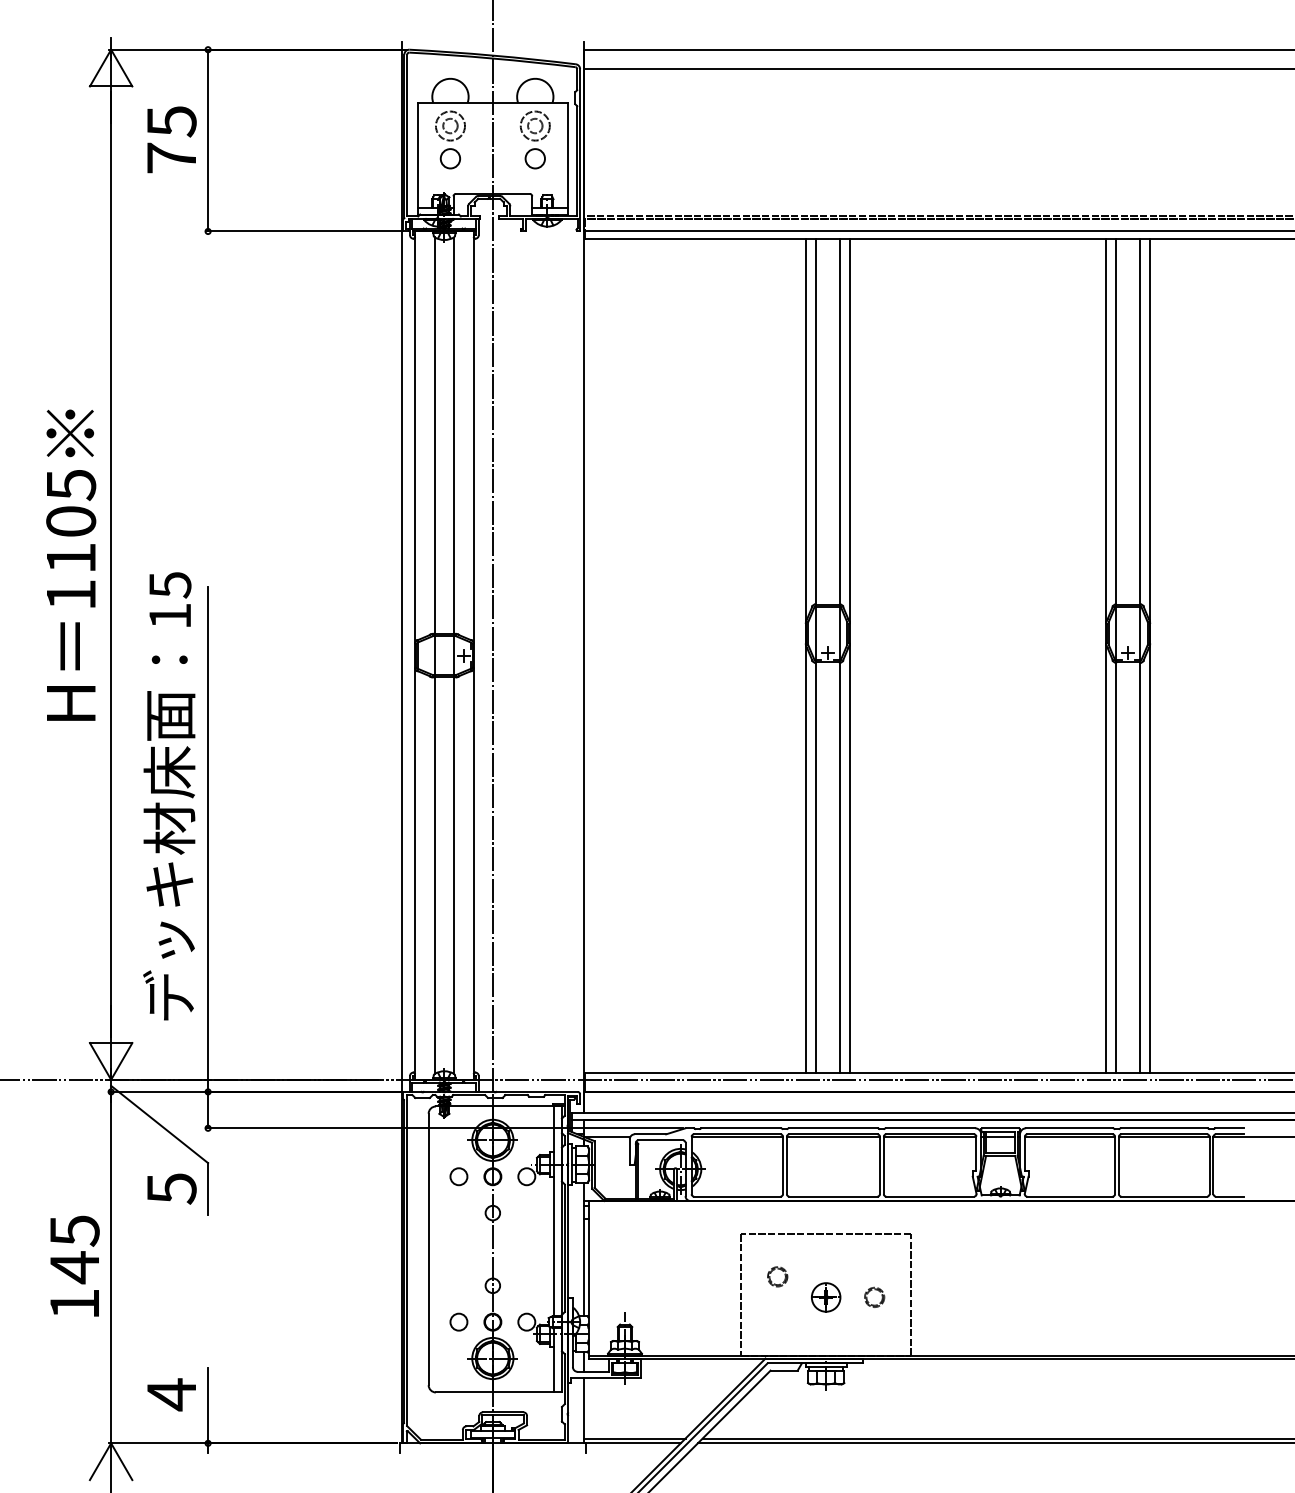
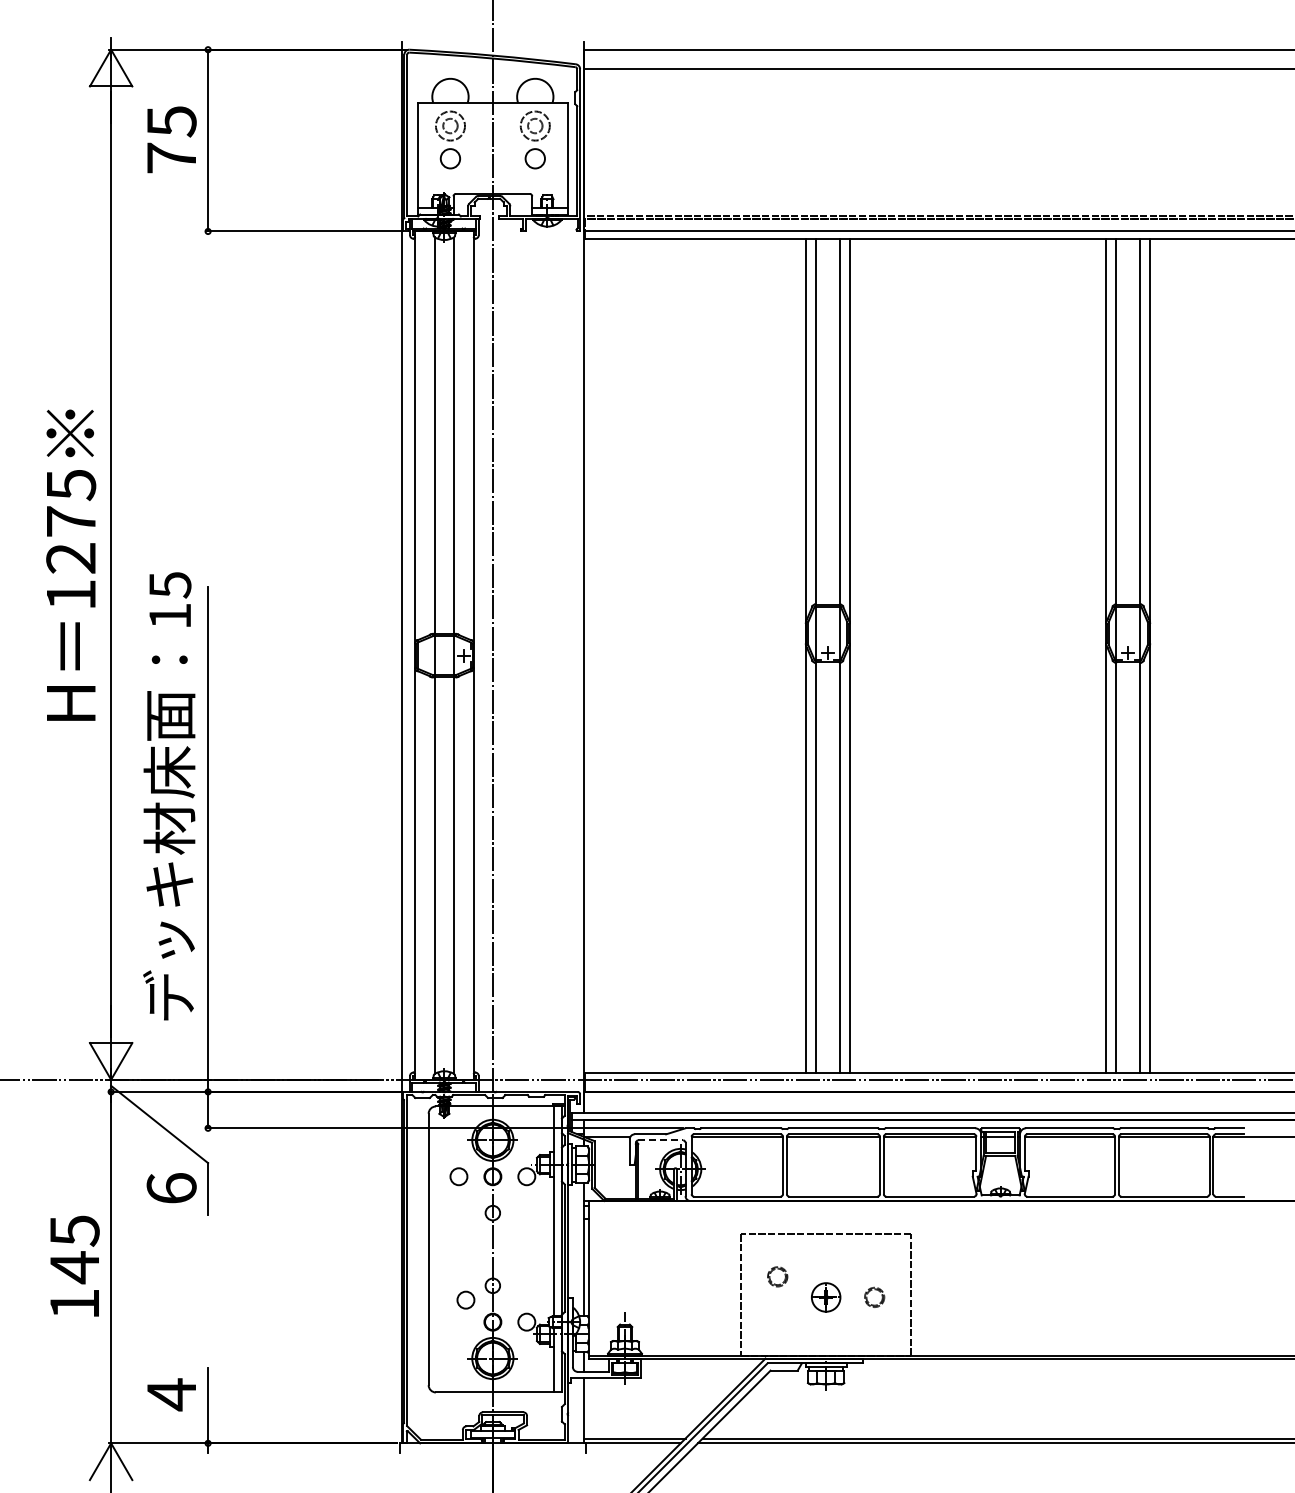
text at (71, 539): 1105 -> 1275
line at (661, 1140): solid -> dashed
text at (171, 1188): 5 -> 6
circle at (458, 1321) position: (458, 1321) -> (465, 1299)
